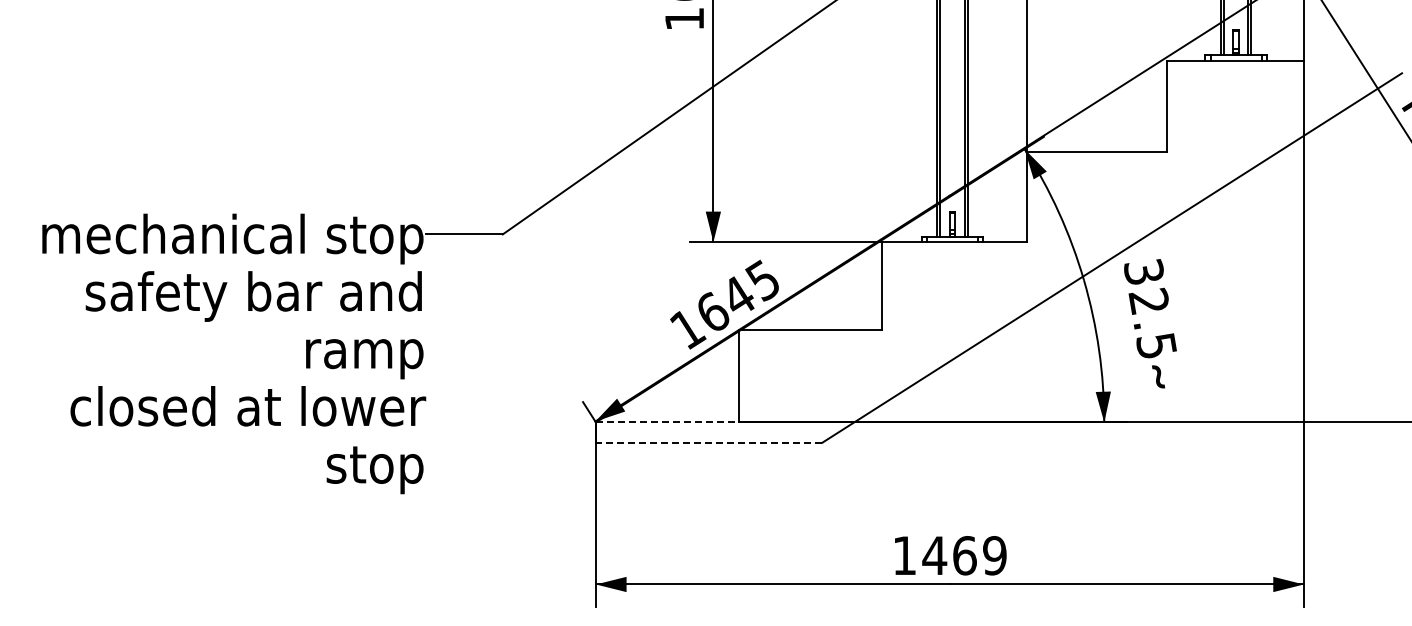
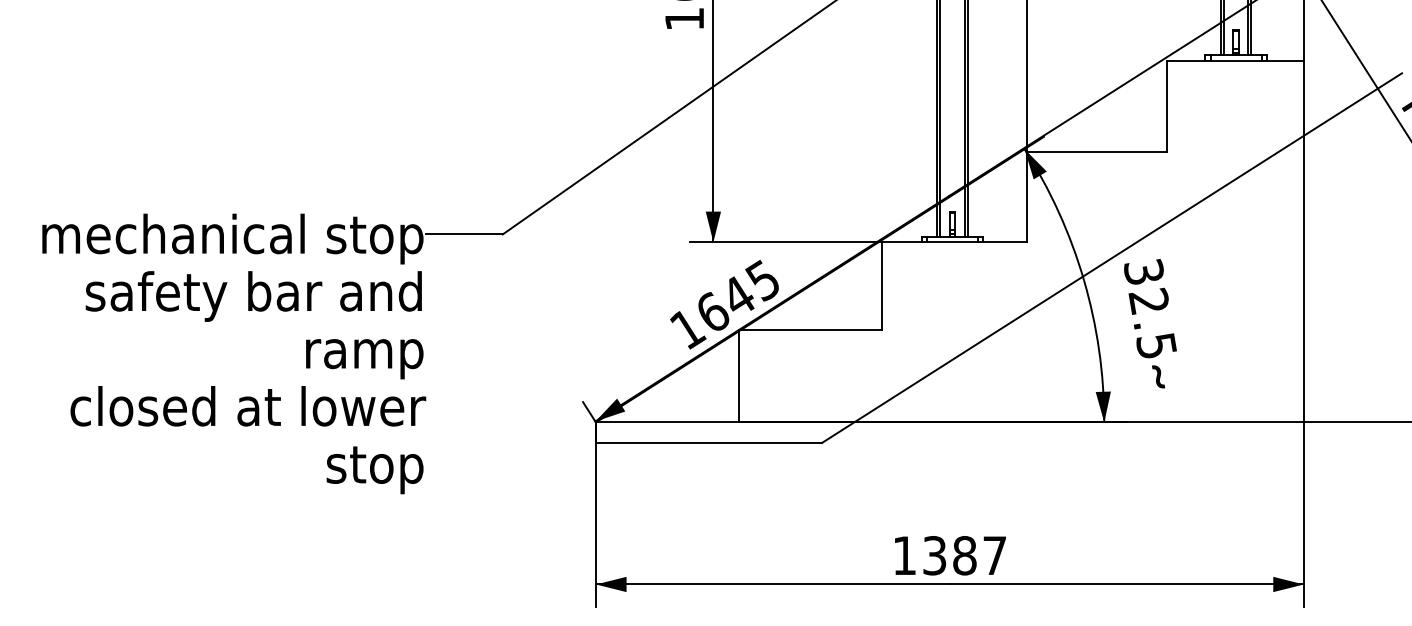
line at (667, 422): dashed -> solid
line at (708, 442): dashed -> solid
text at (964, 555): 1469 -> 1387
